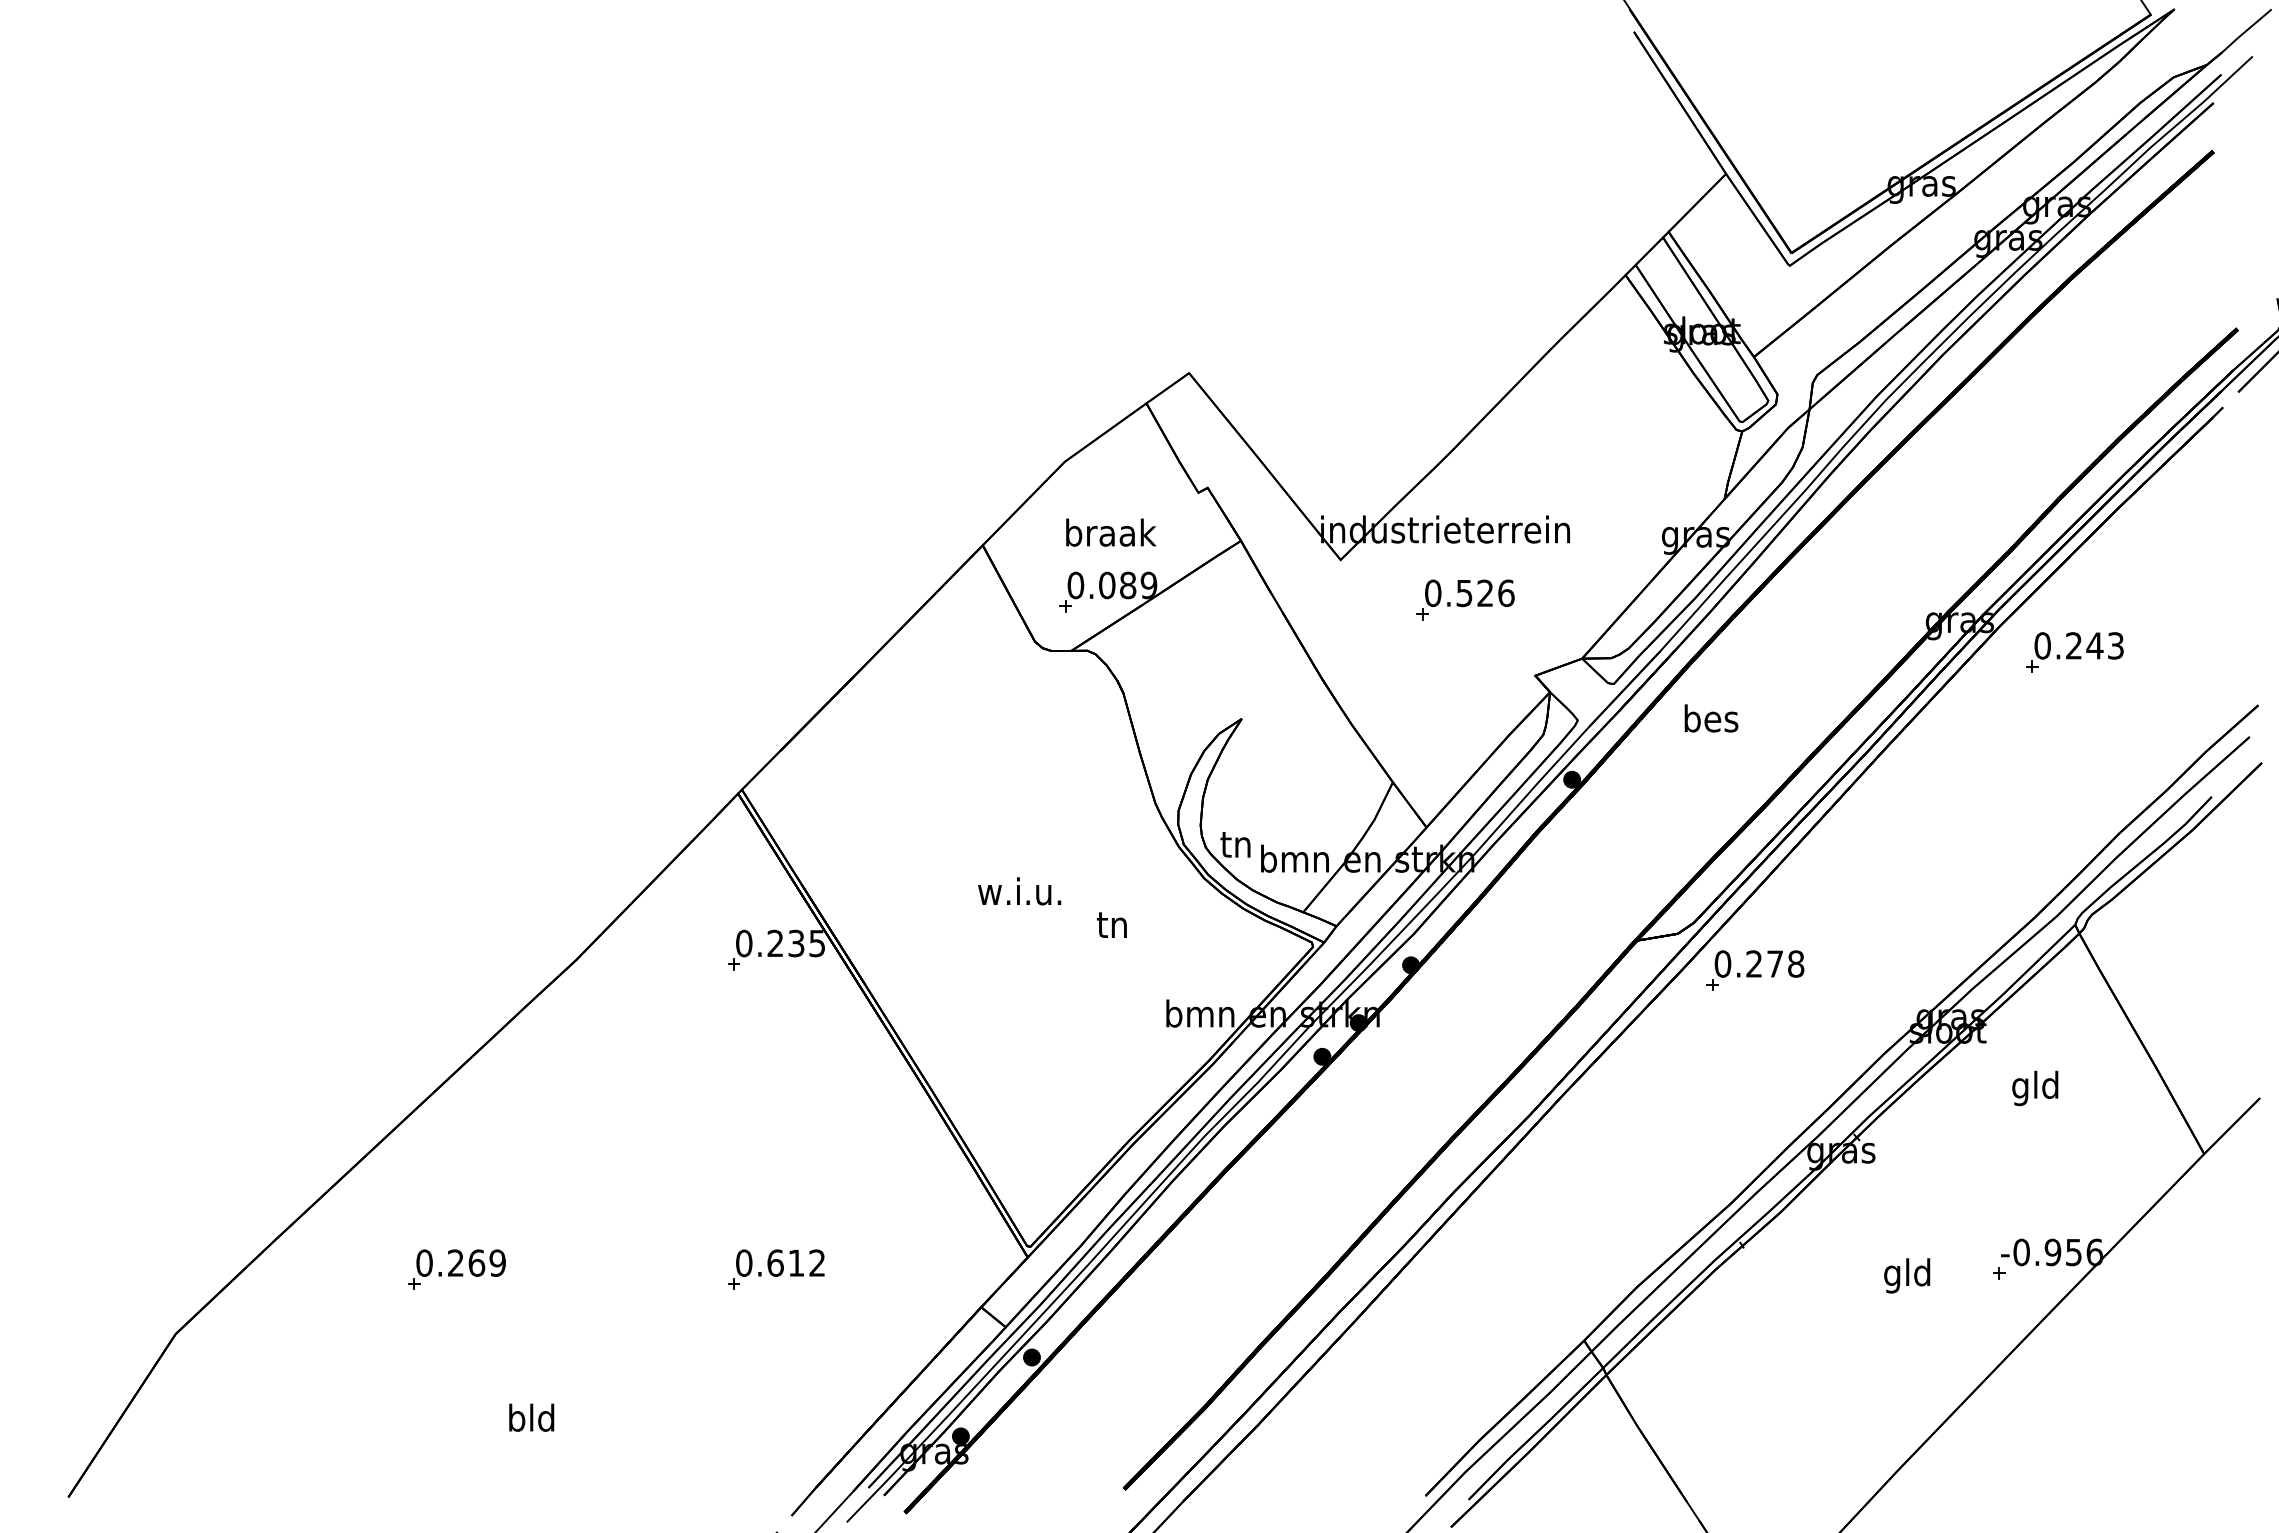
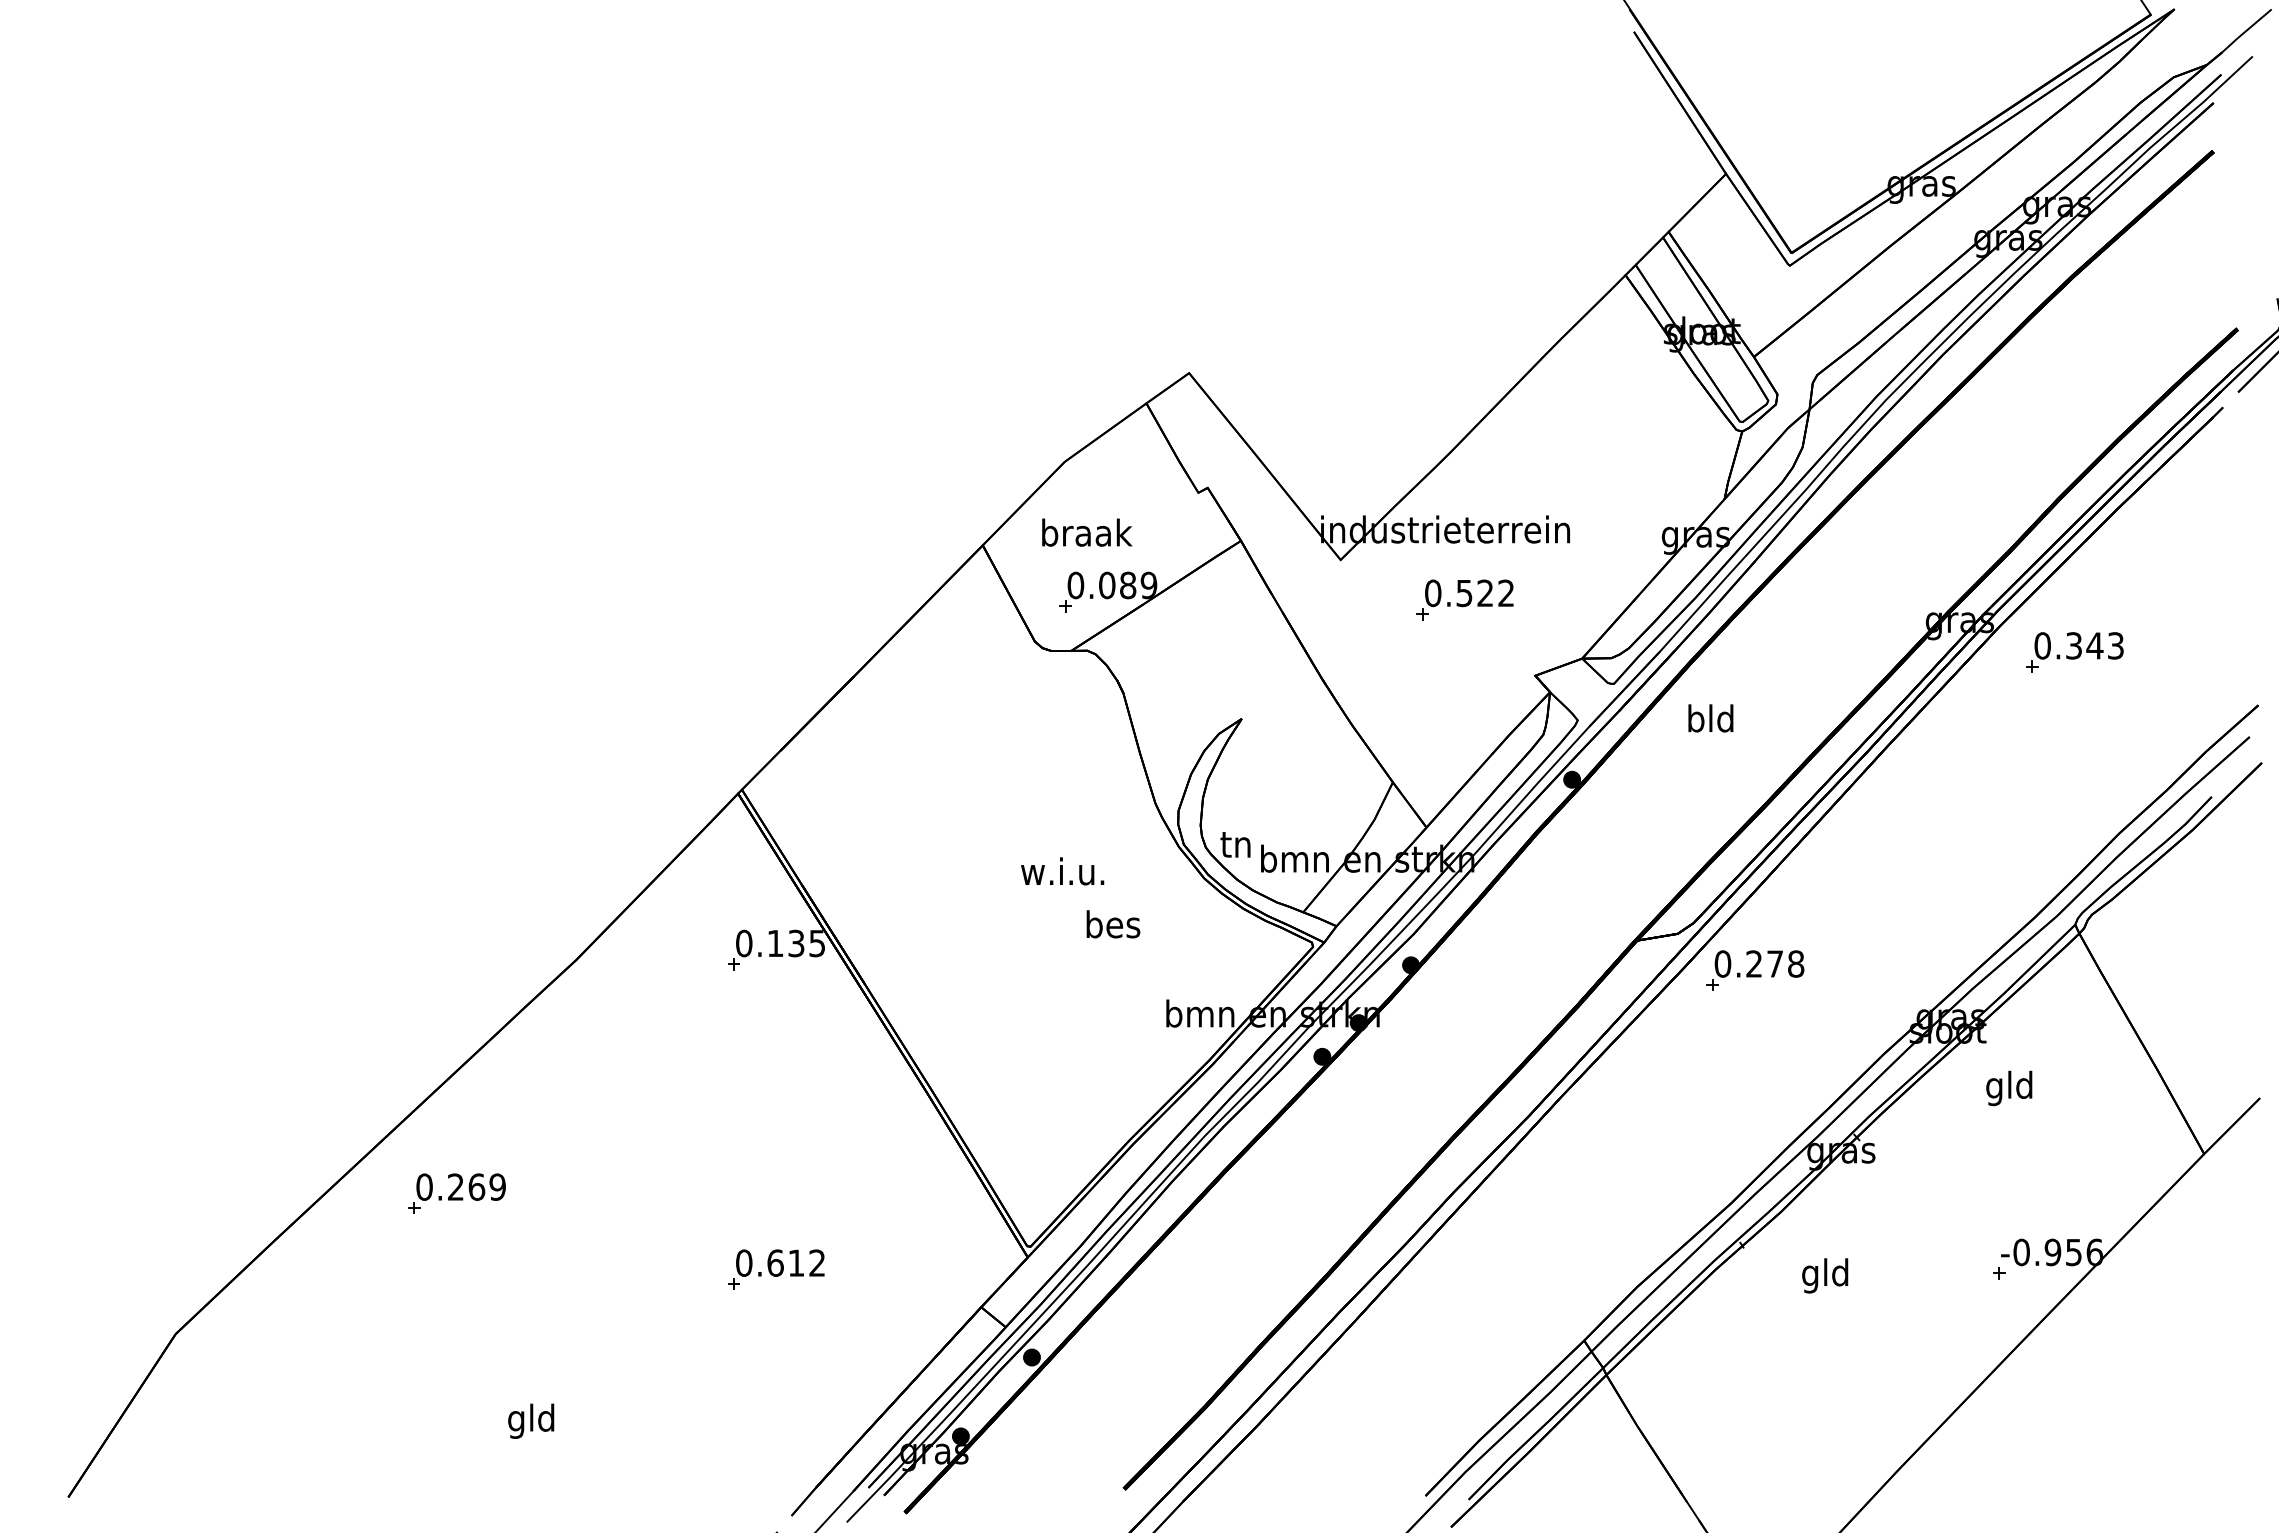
text at (1111, 532) position: (1111, 532) -> (1087, 532)
text at (1506, 593): 0.526 -> 0.522
text at (2073, 645): 0.243 -> 0.343
text at (1711, 718): bes -> bld
text at (1019, 891) position: (1019, 891) -> (1062, 871)
text at (1113, 924): tn -> bes
text at (774, 942): 0.235 -> 0.135
text at (2035, 1088) position: (2035, 1088) -> (2009, 1088)
part at (456, 1269) position: (456, 1269) -> (456, 1193)
text at (1907, 1275) position: (1907, 1275) -> (1825, 1275)
text at (516, 1420): bld -> gld
